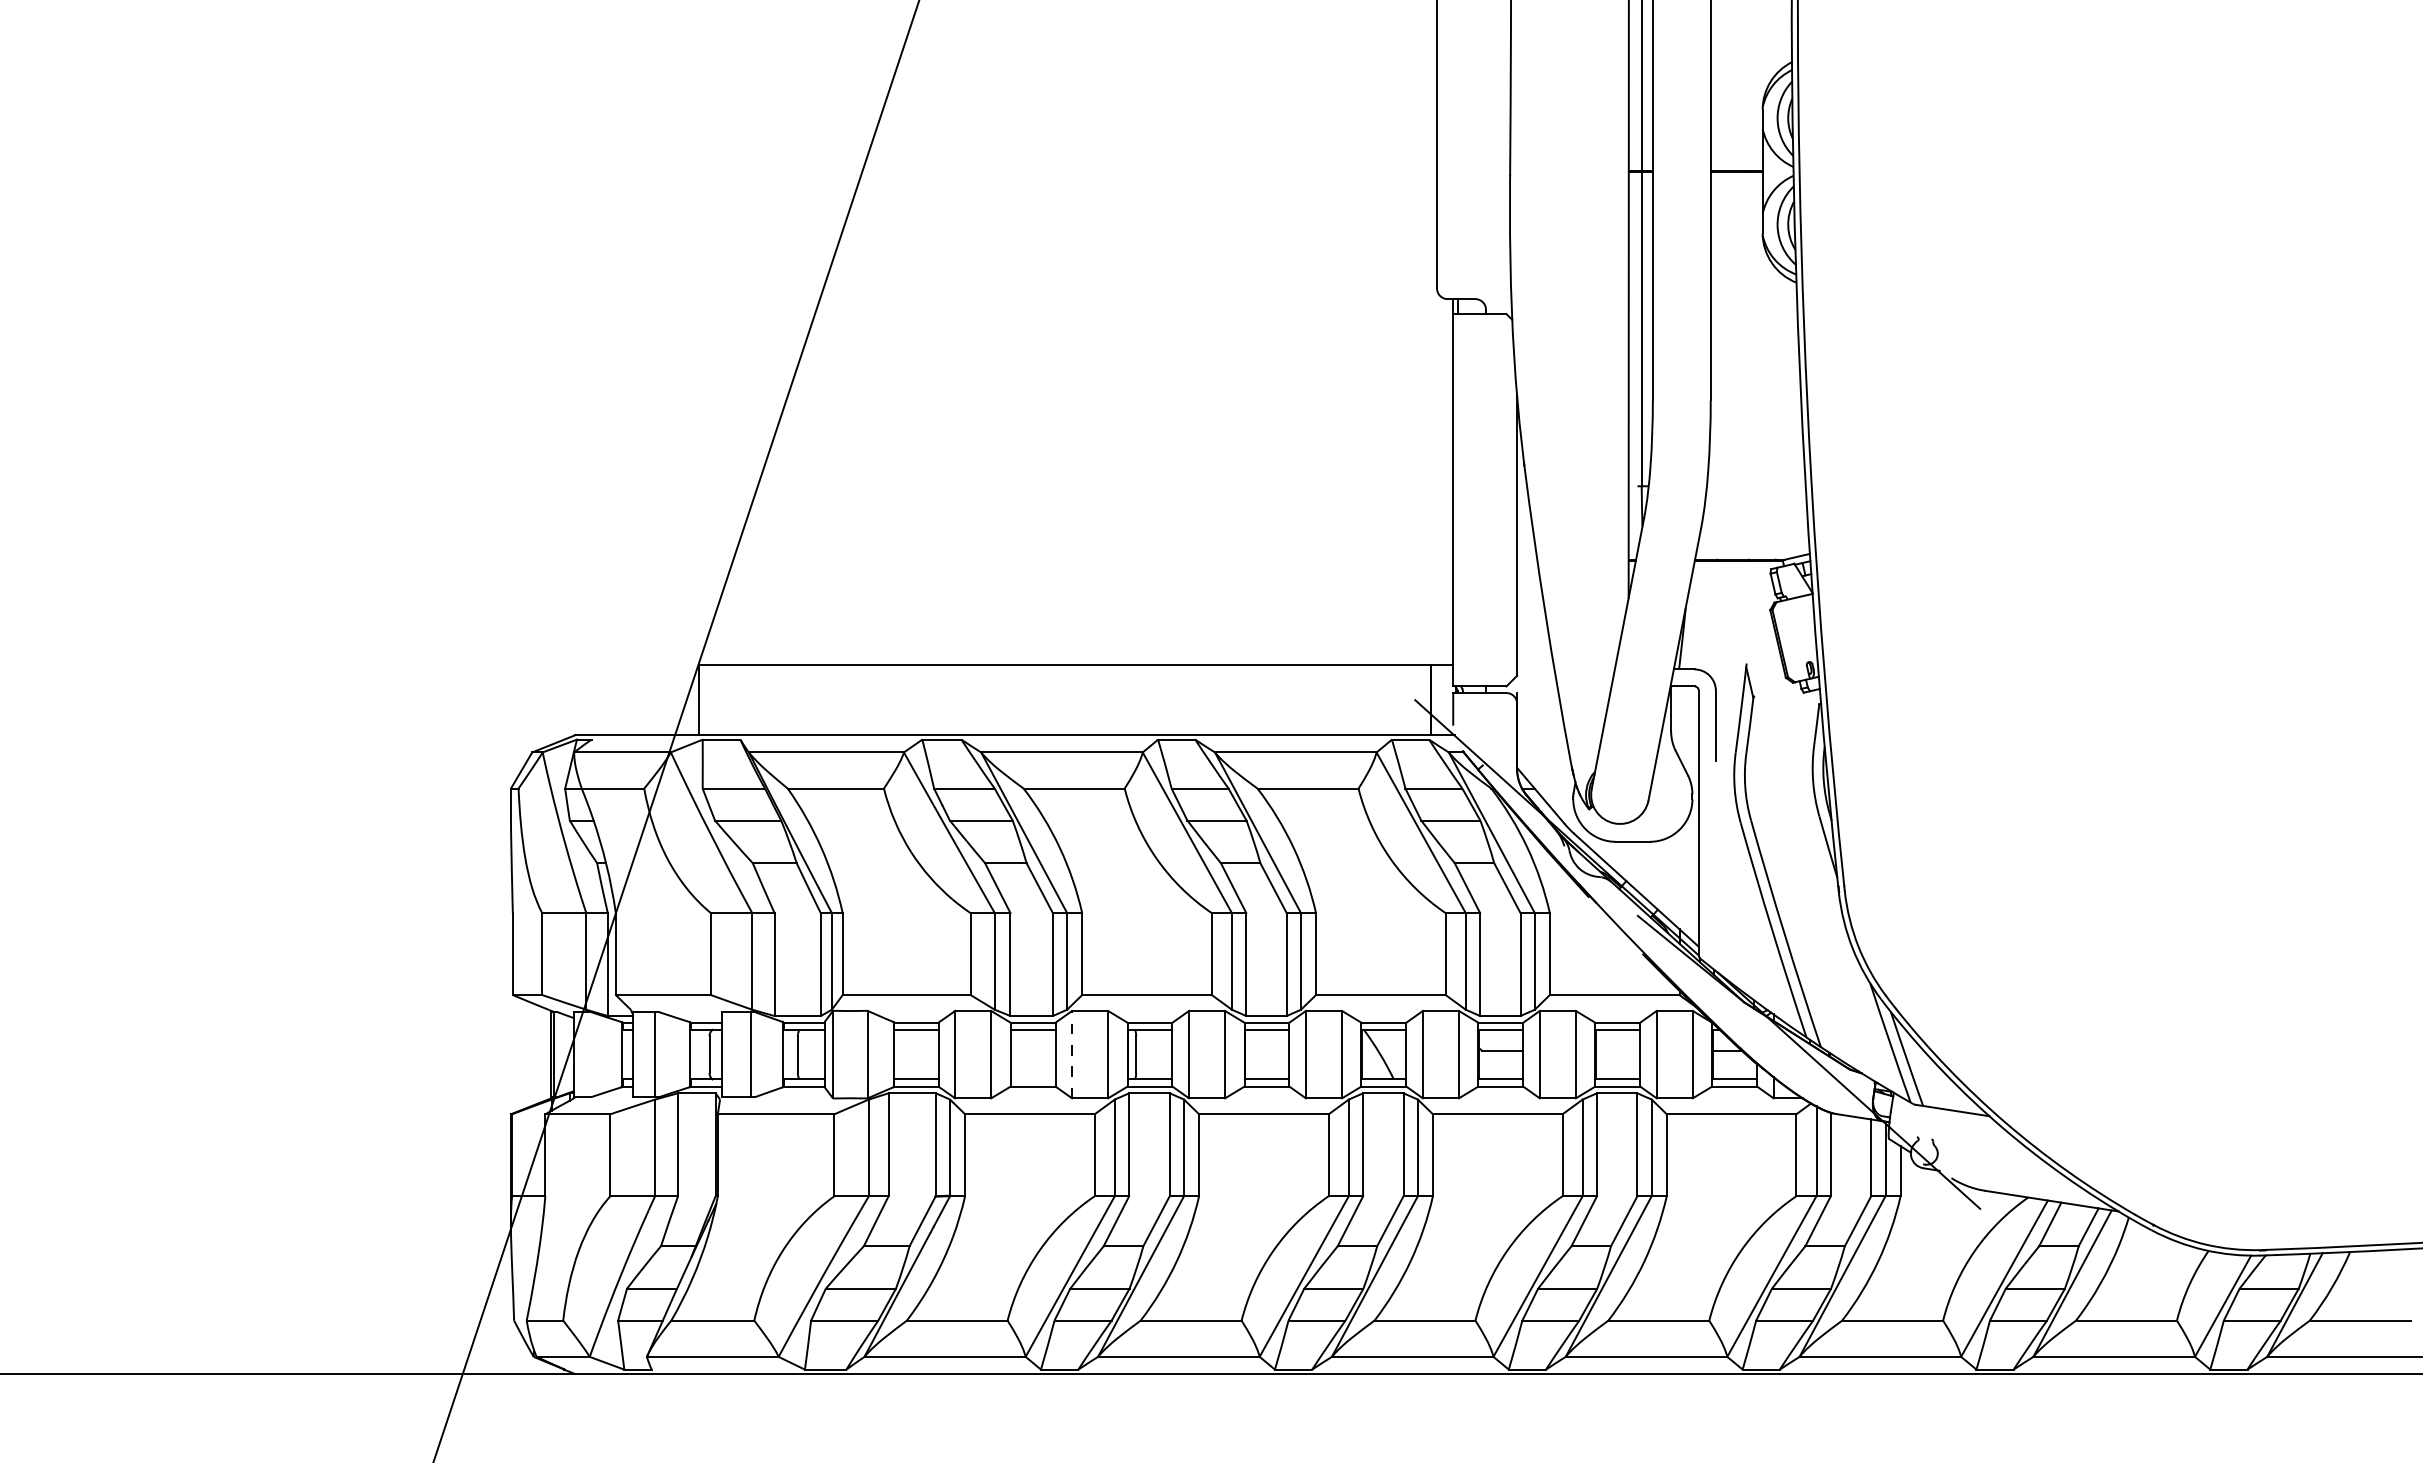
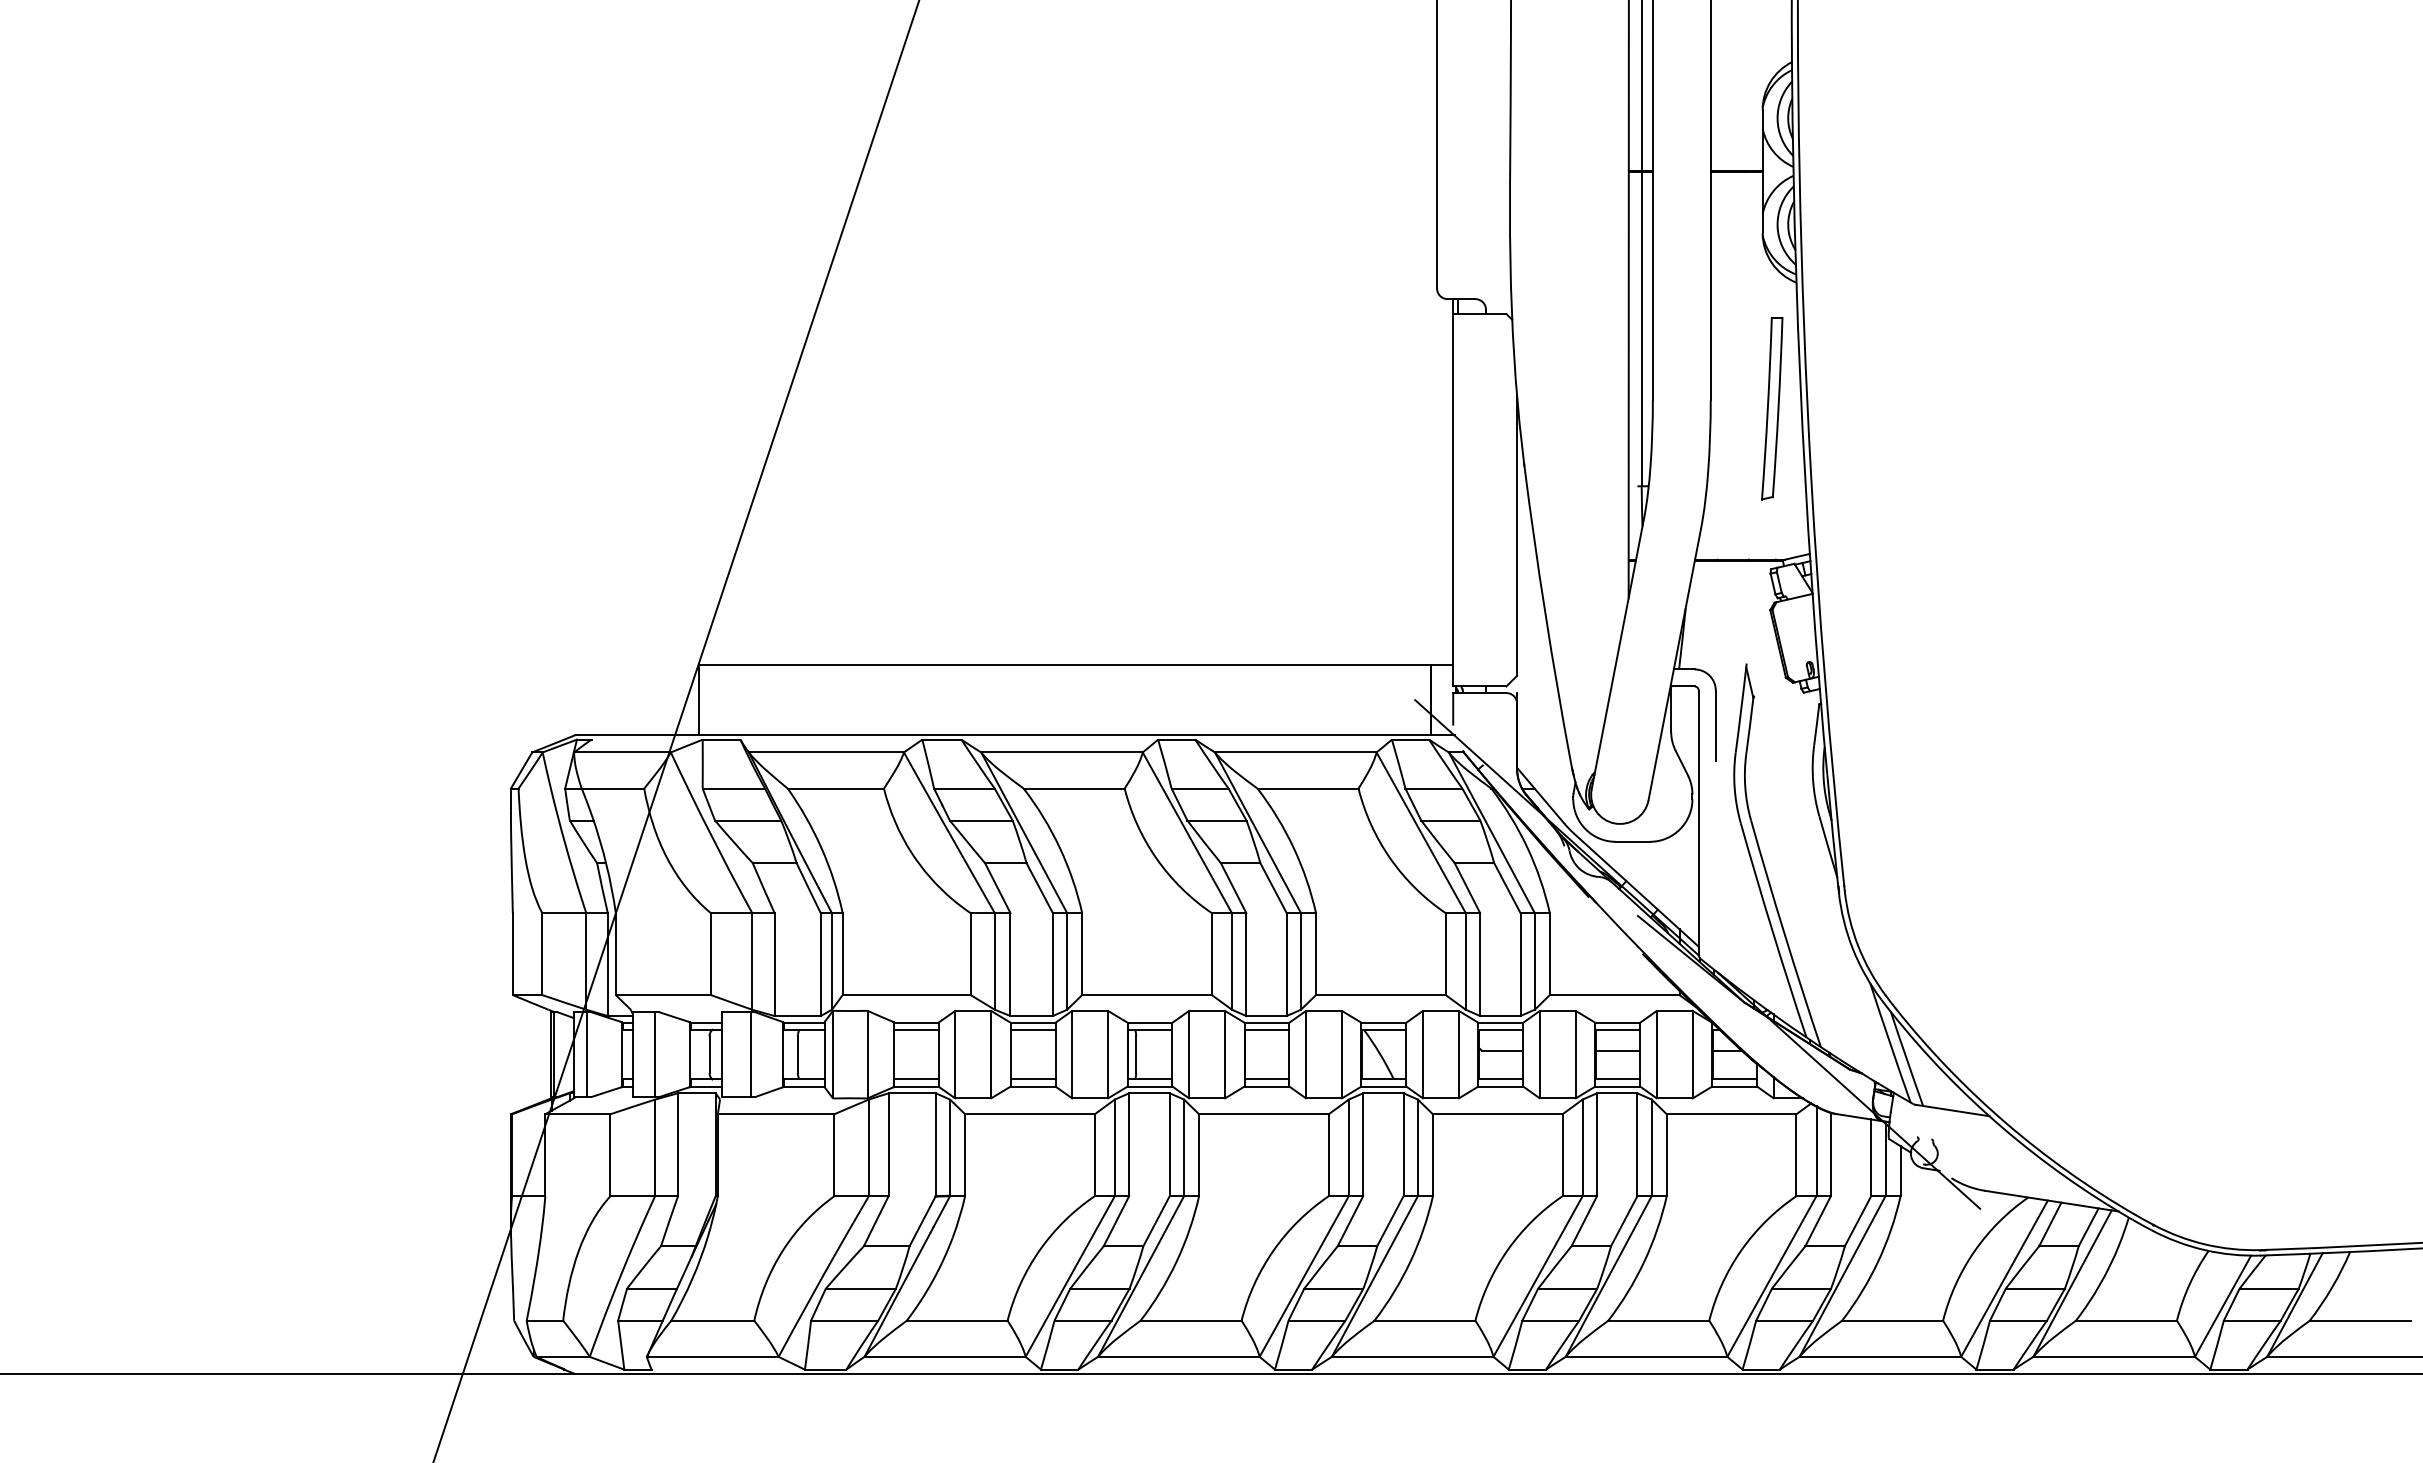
part at (1772, 408): none -> present
line at (1617, 1050): none -> present
line at (587, 1054): none -> present
line at (1072, 1054): dashed -> solid
line at (1032, 1079): none -> present
